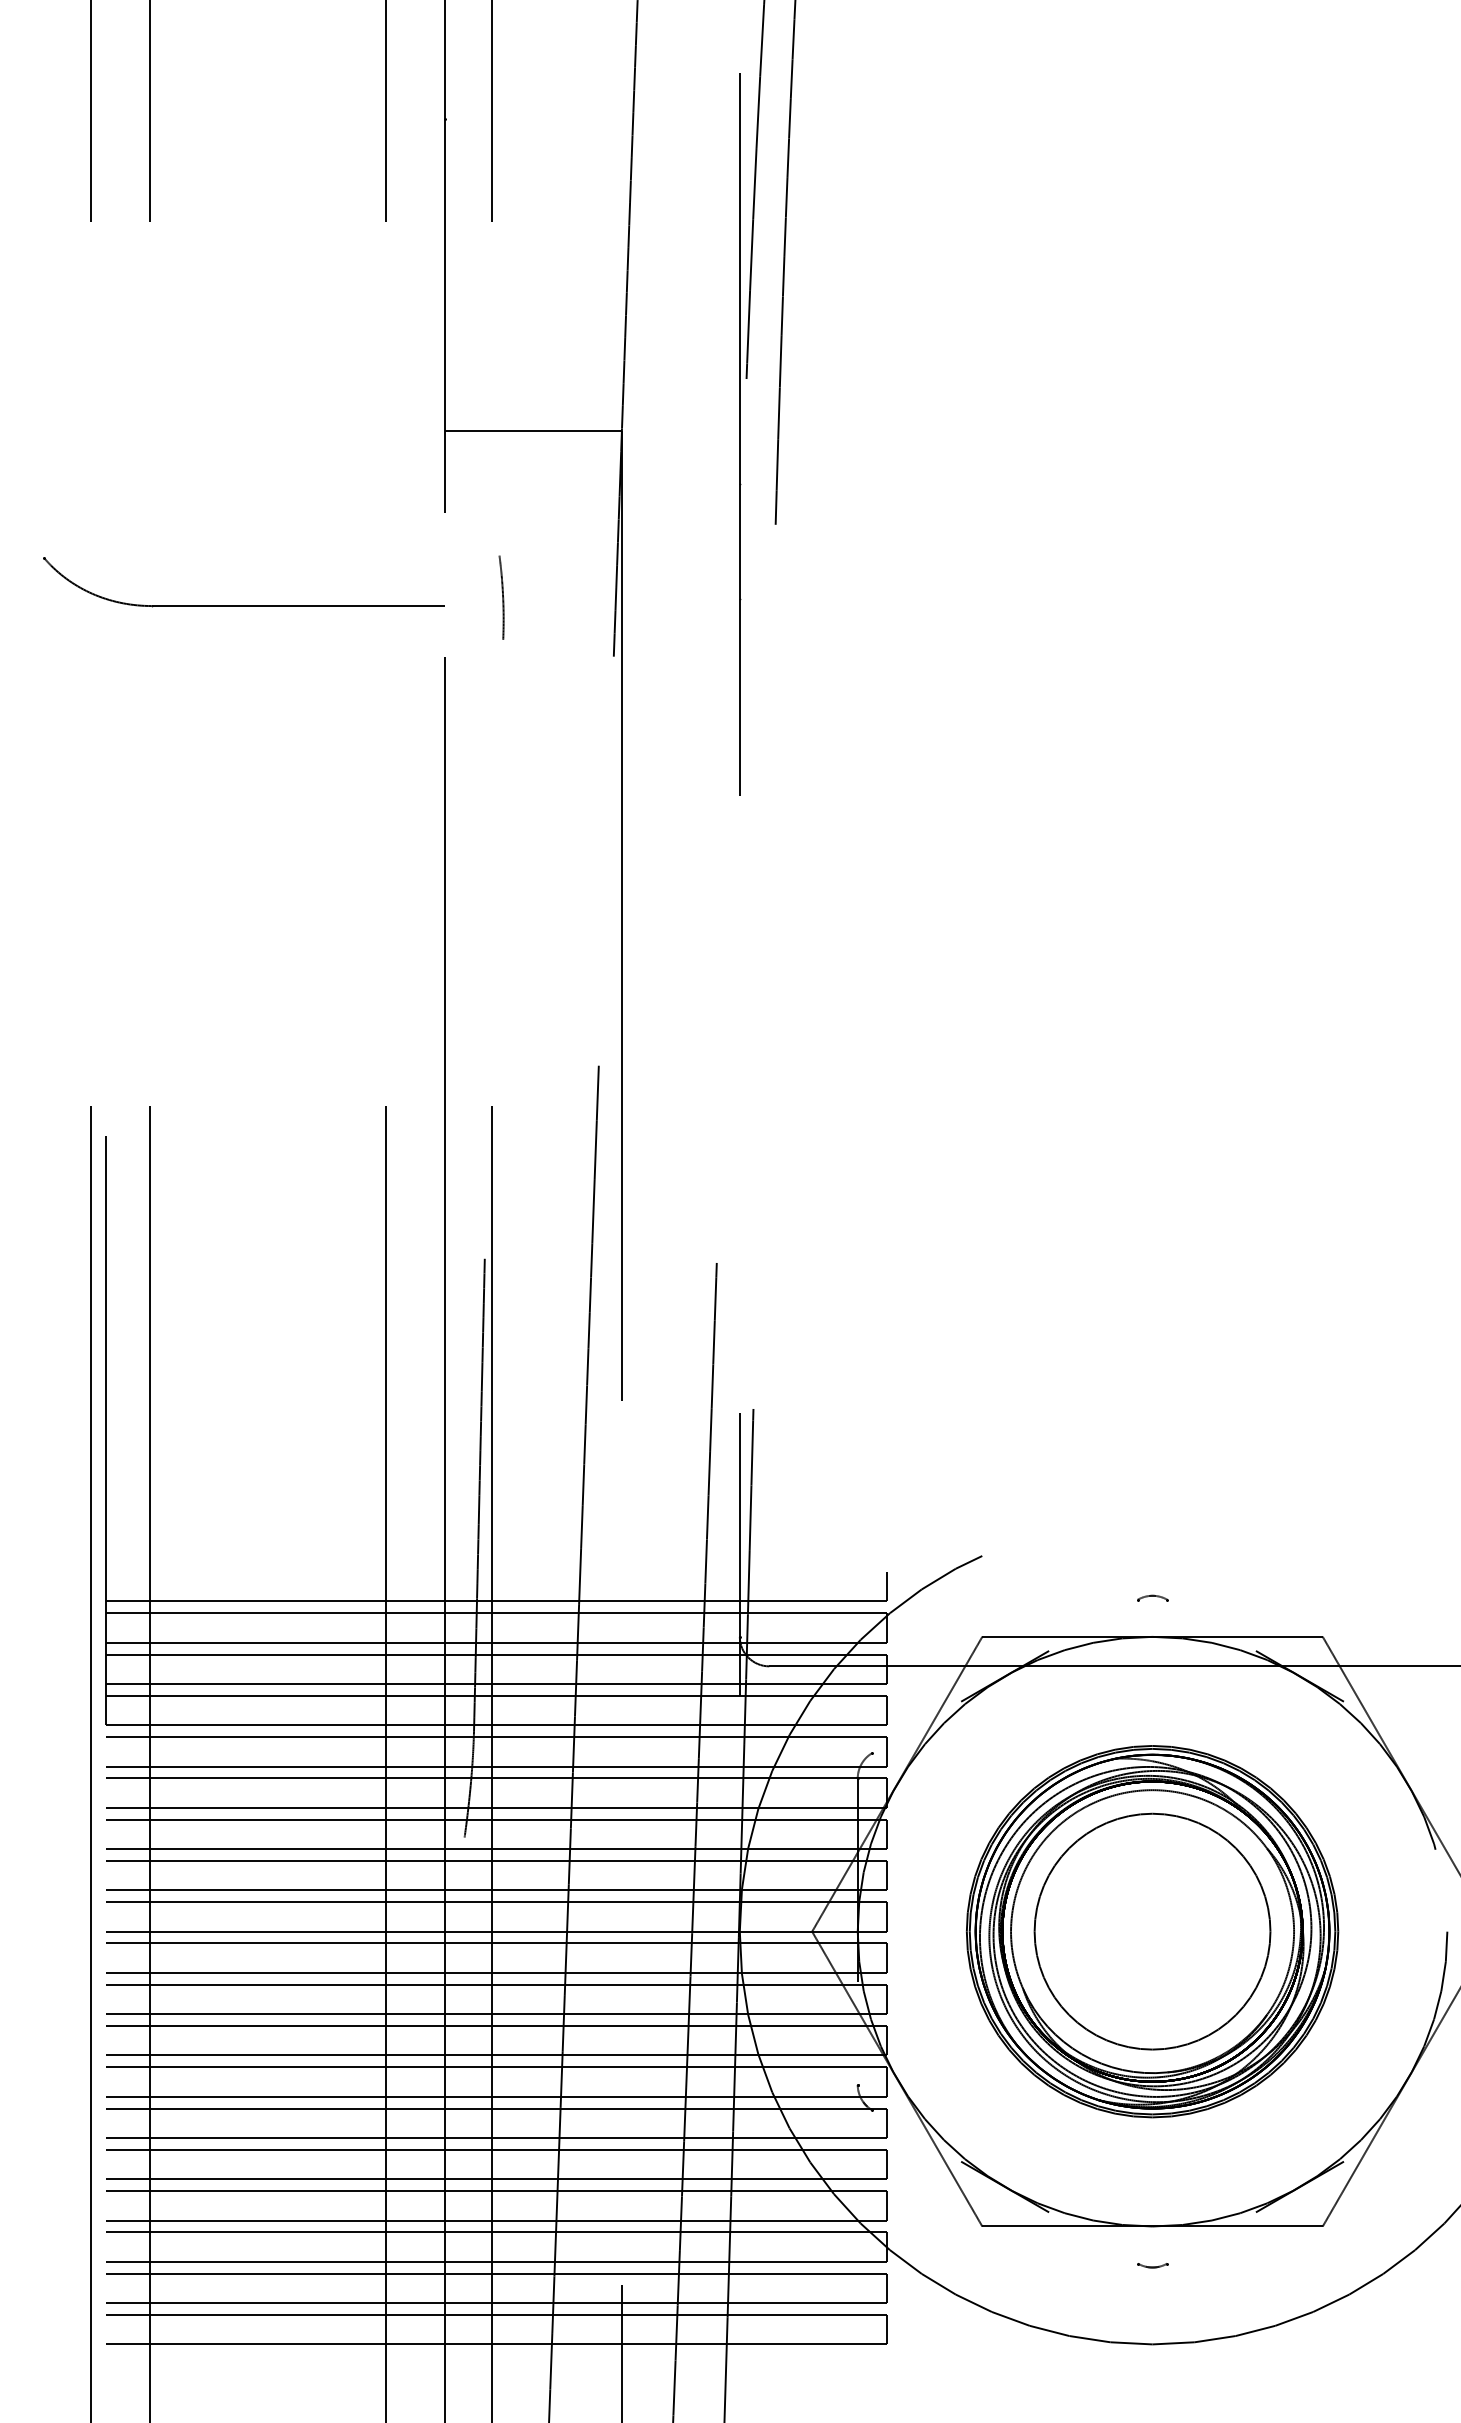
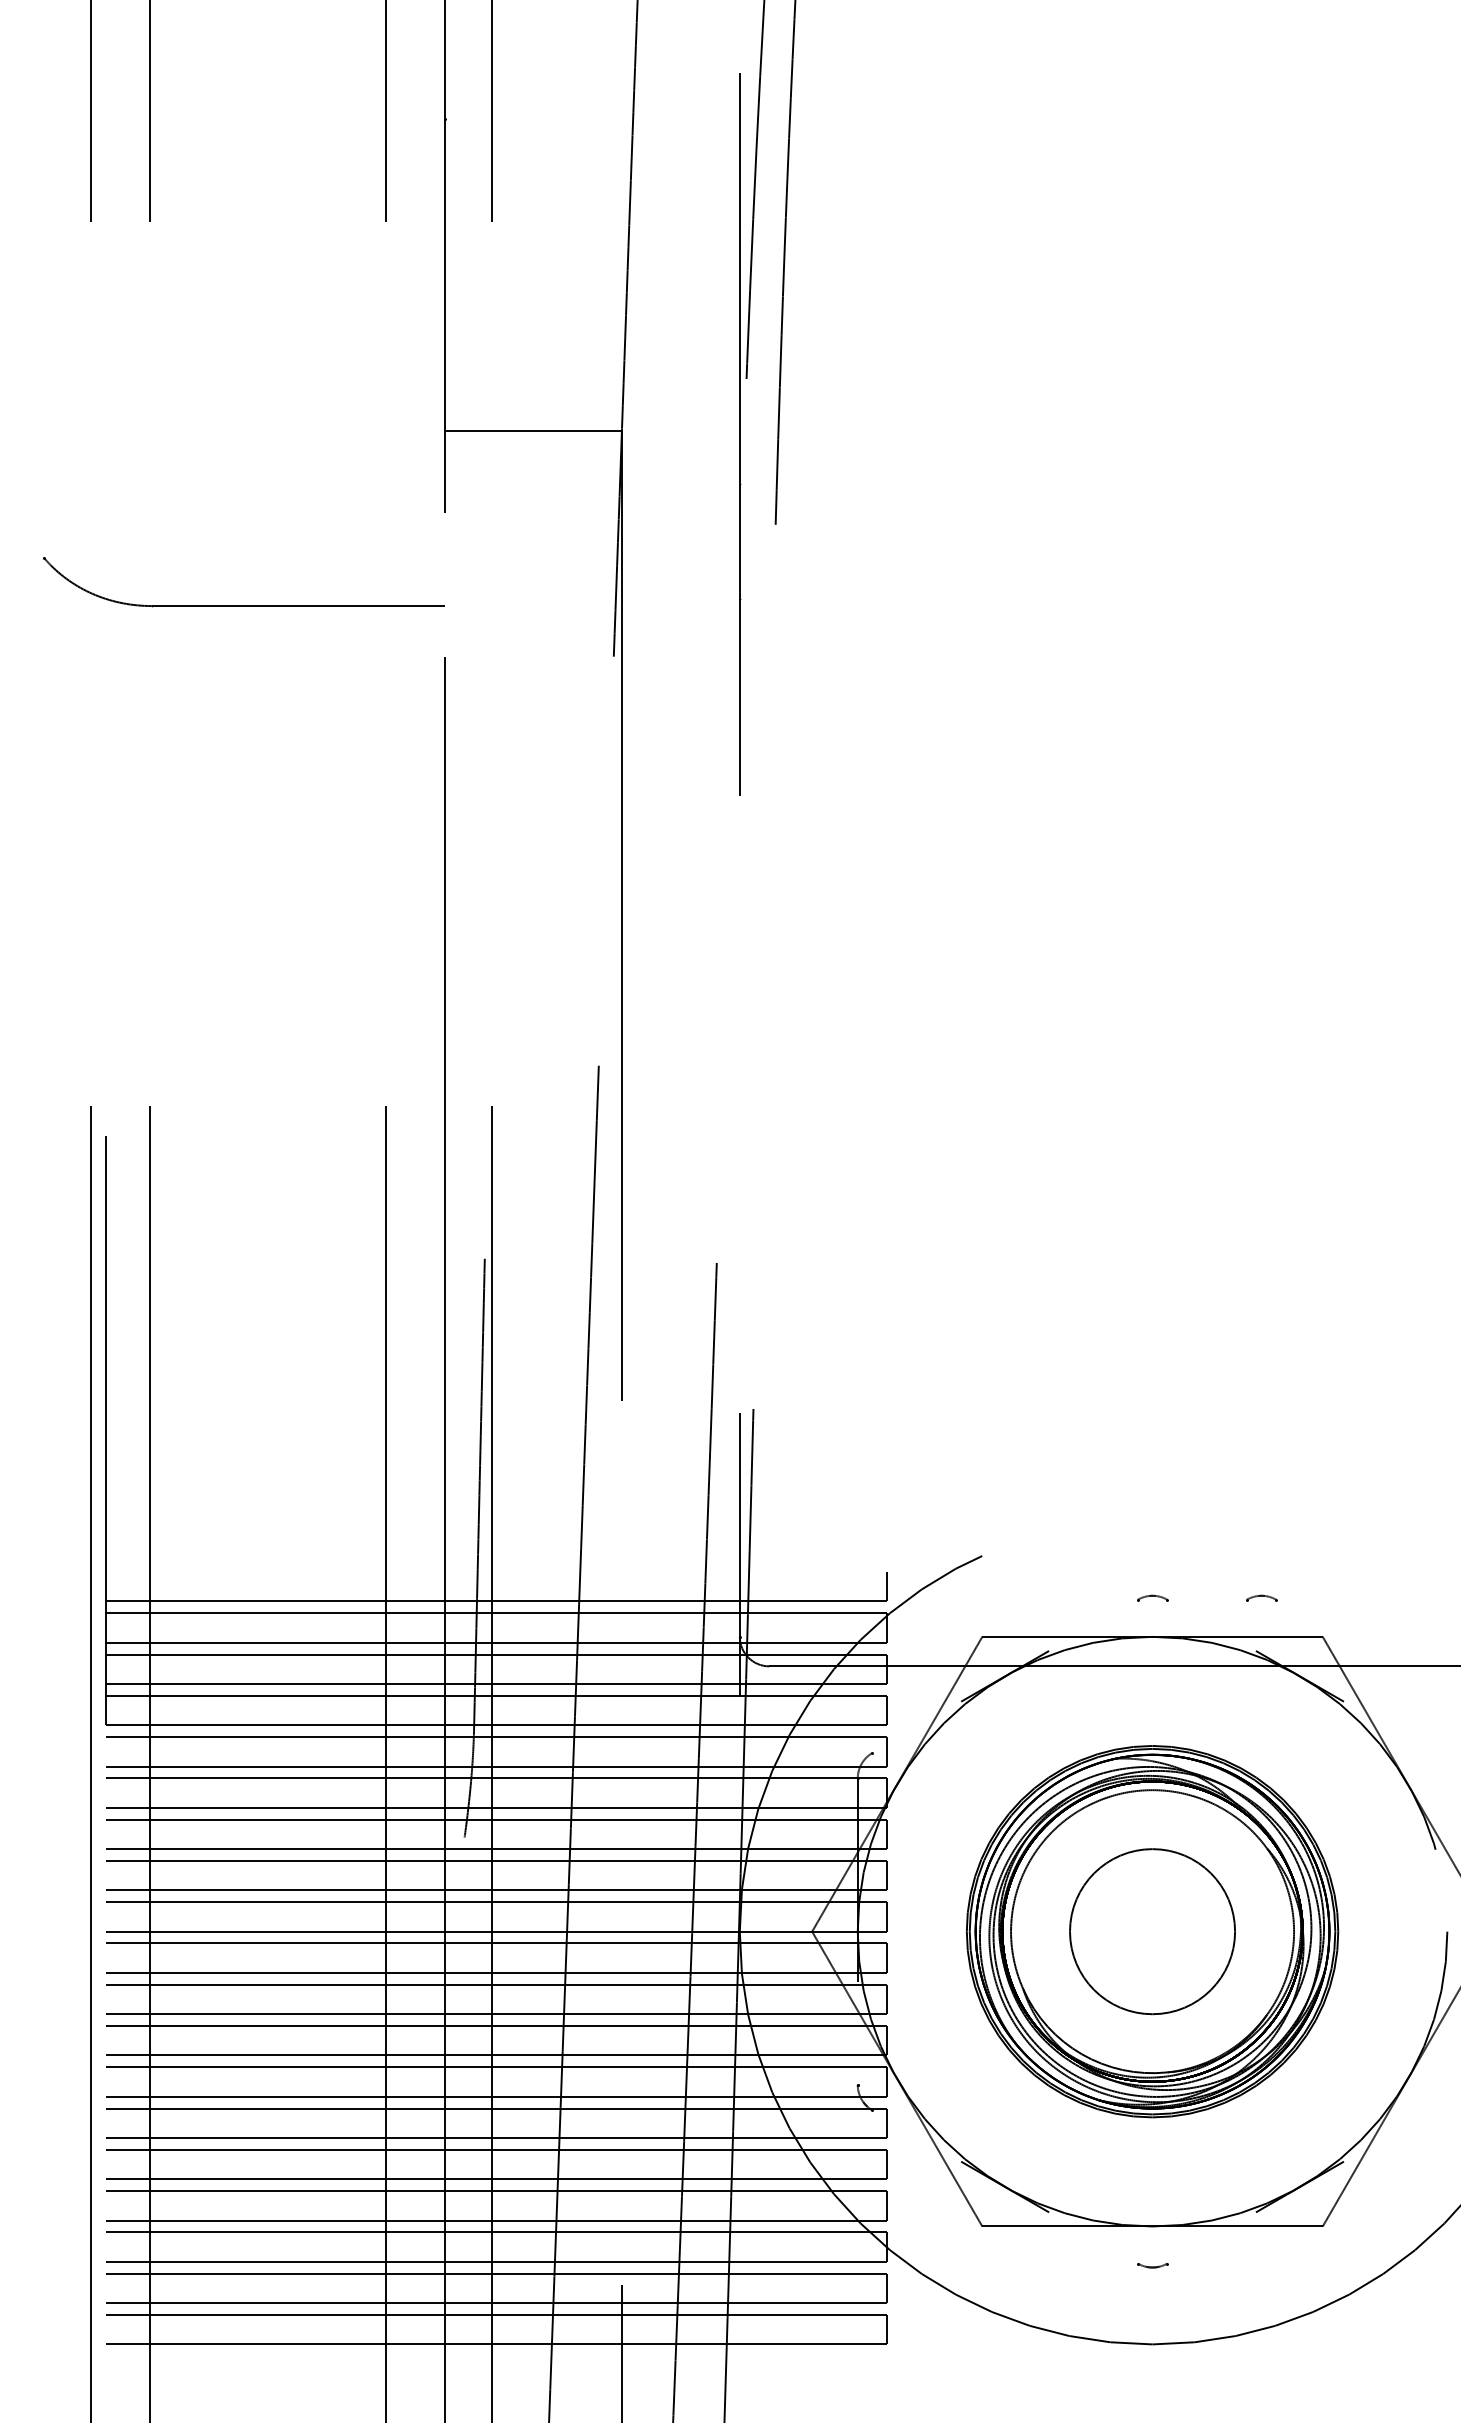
curve at (502, 597): present -> none
part at (1261, 1597): none -> present
circle at (1152, 1931) diameter: 236 px -> 165 px
